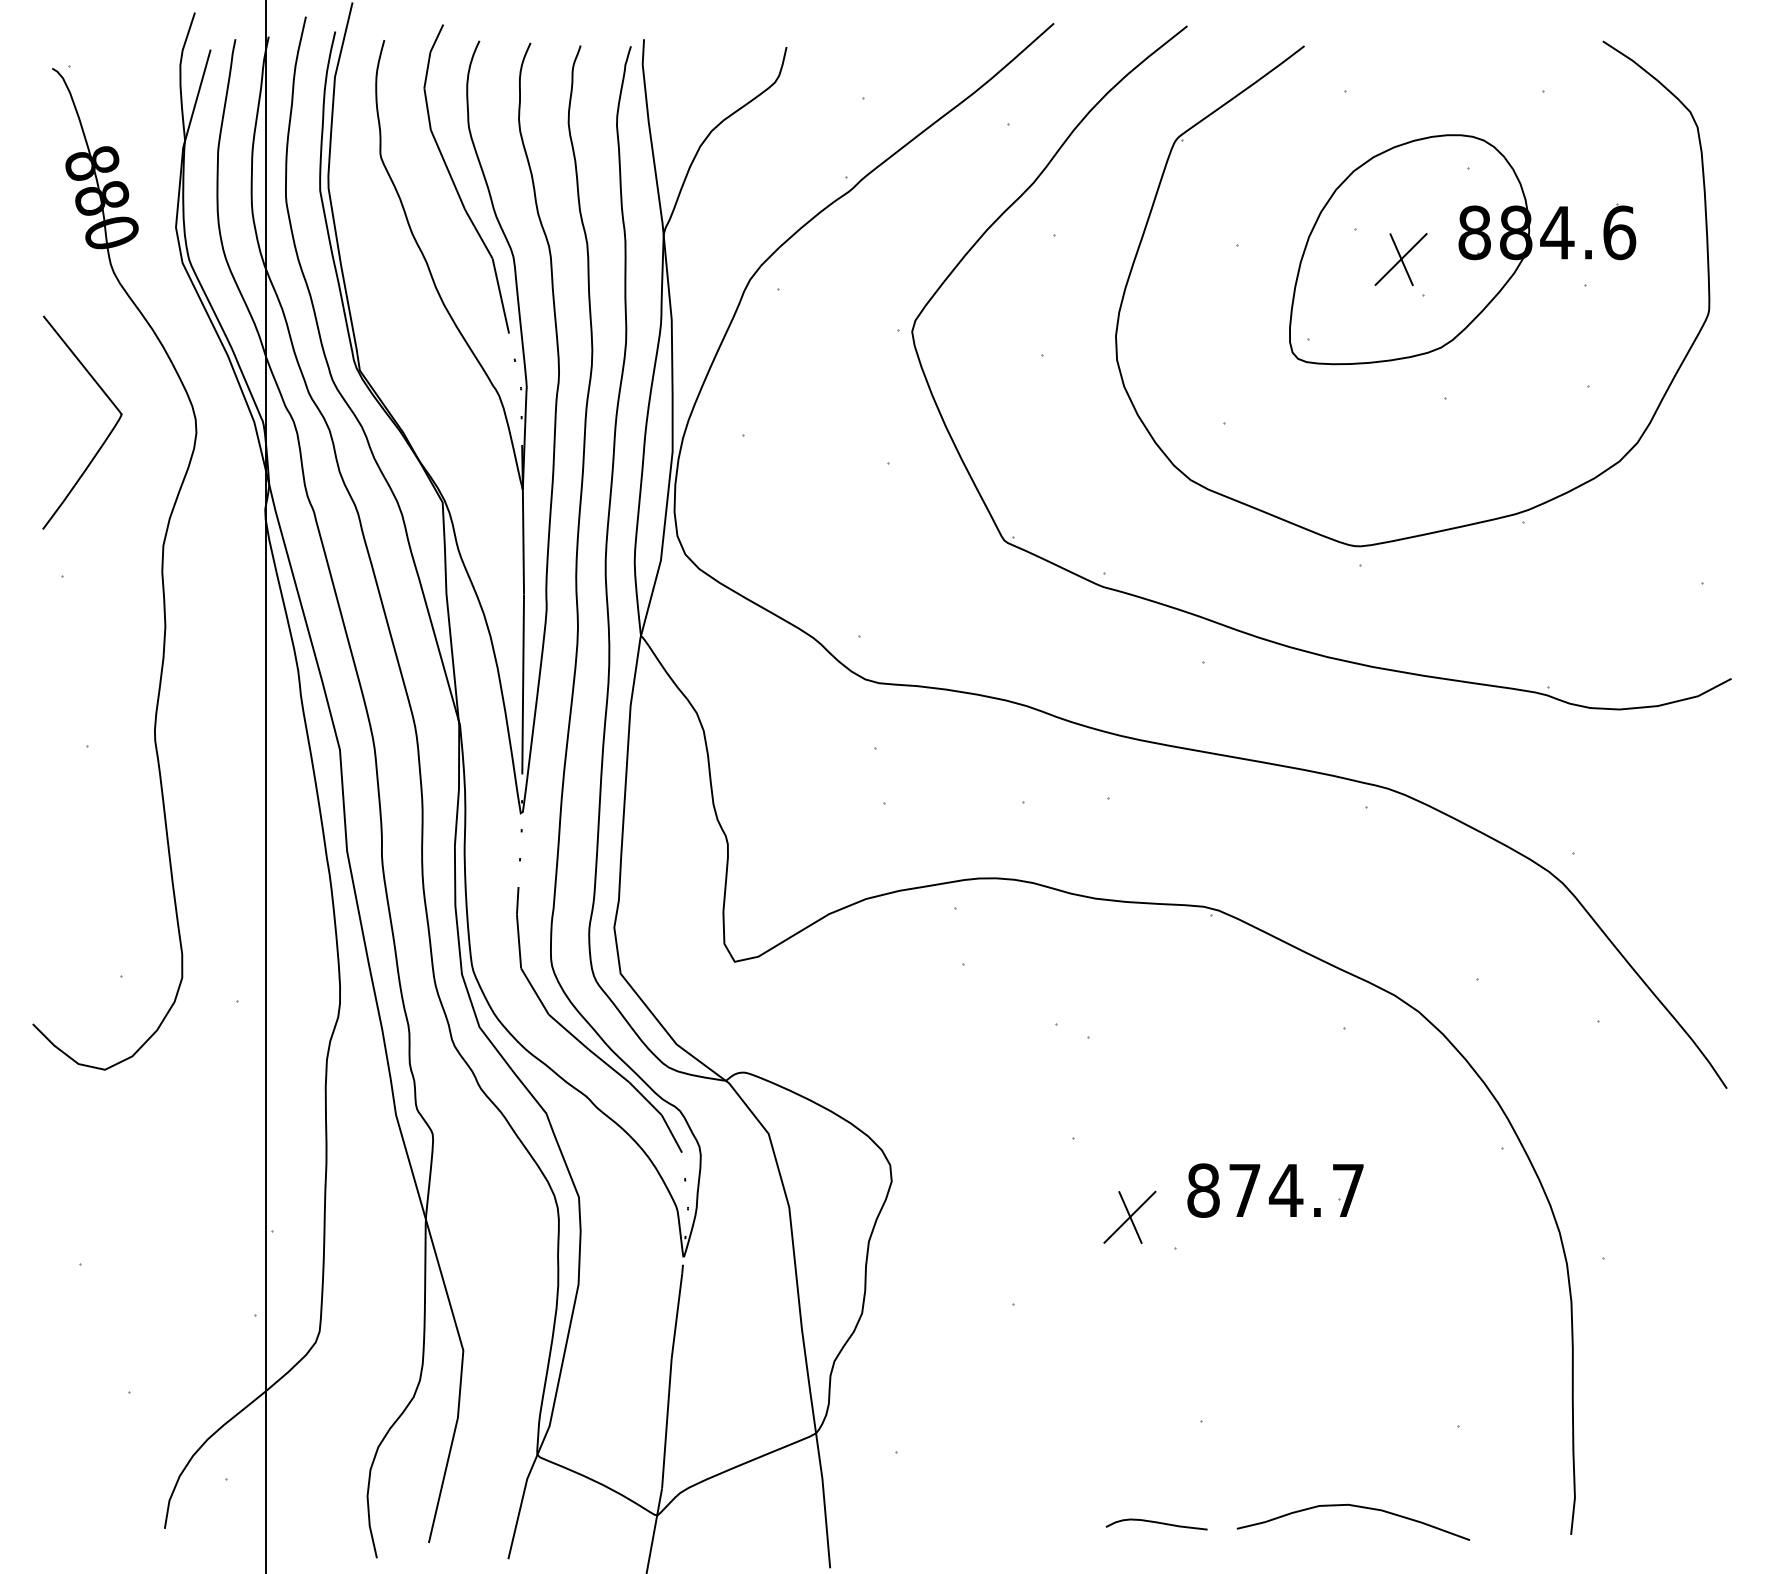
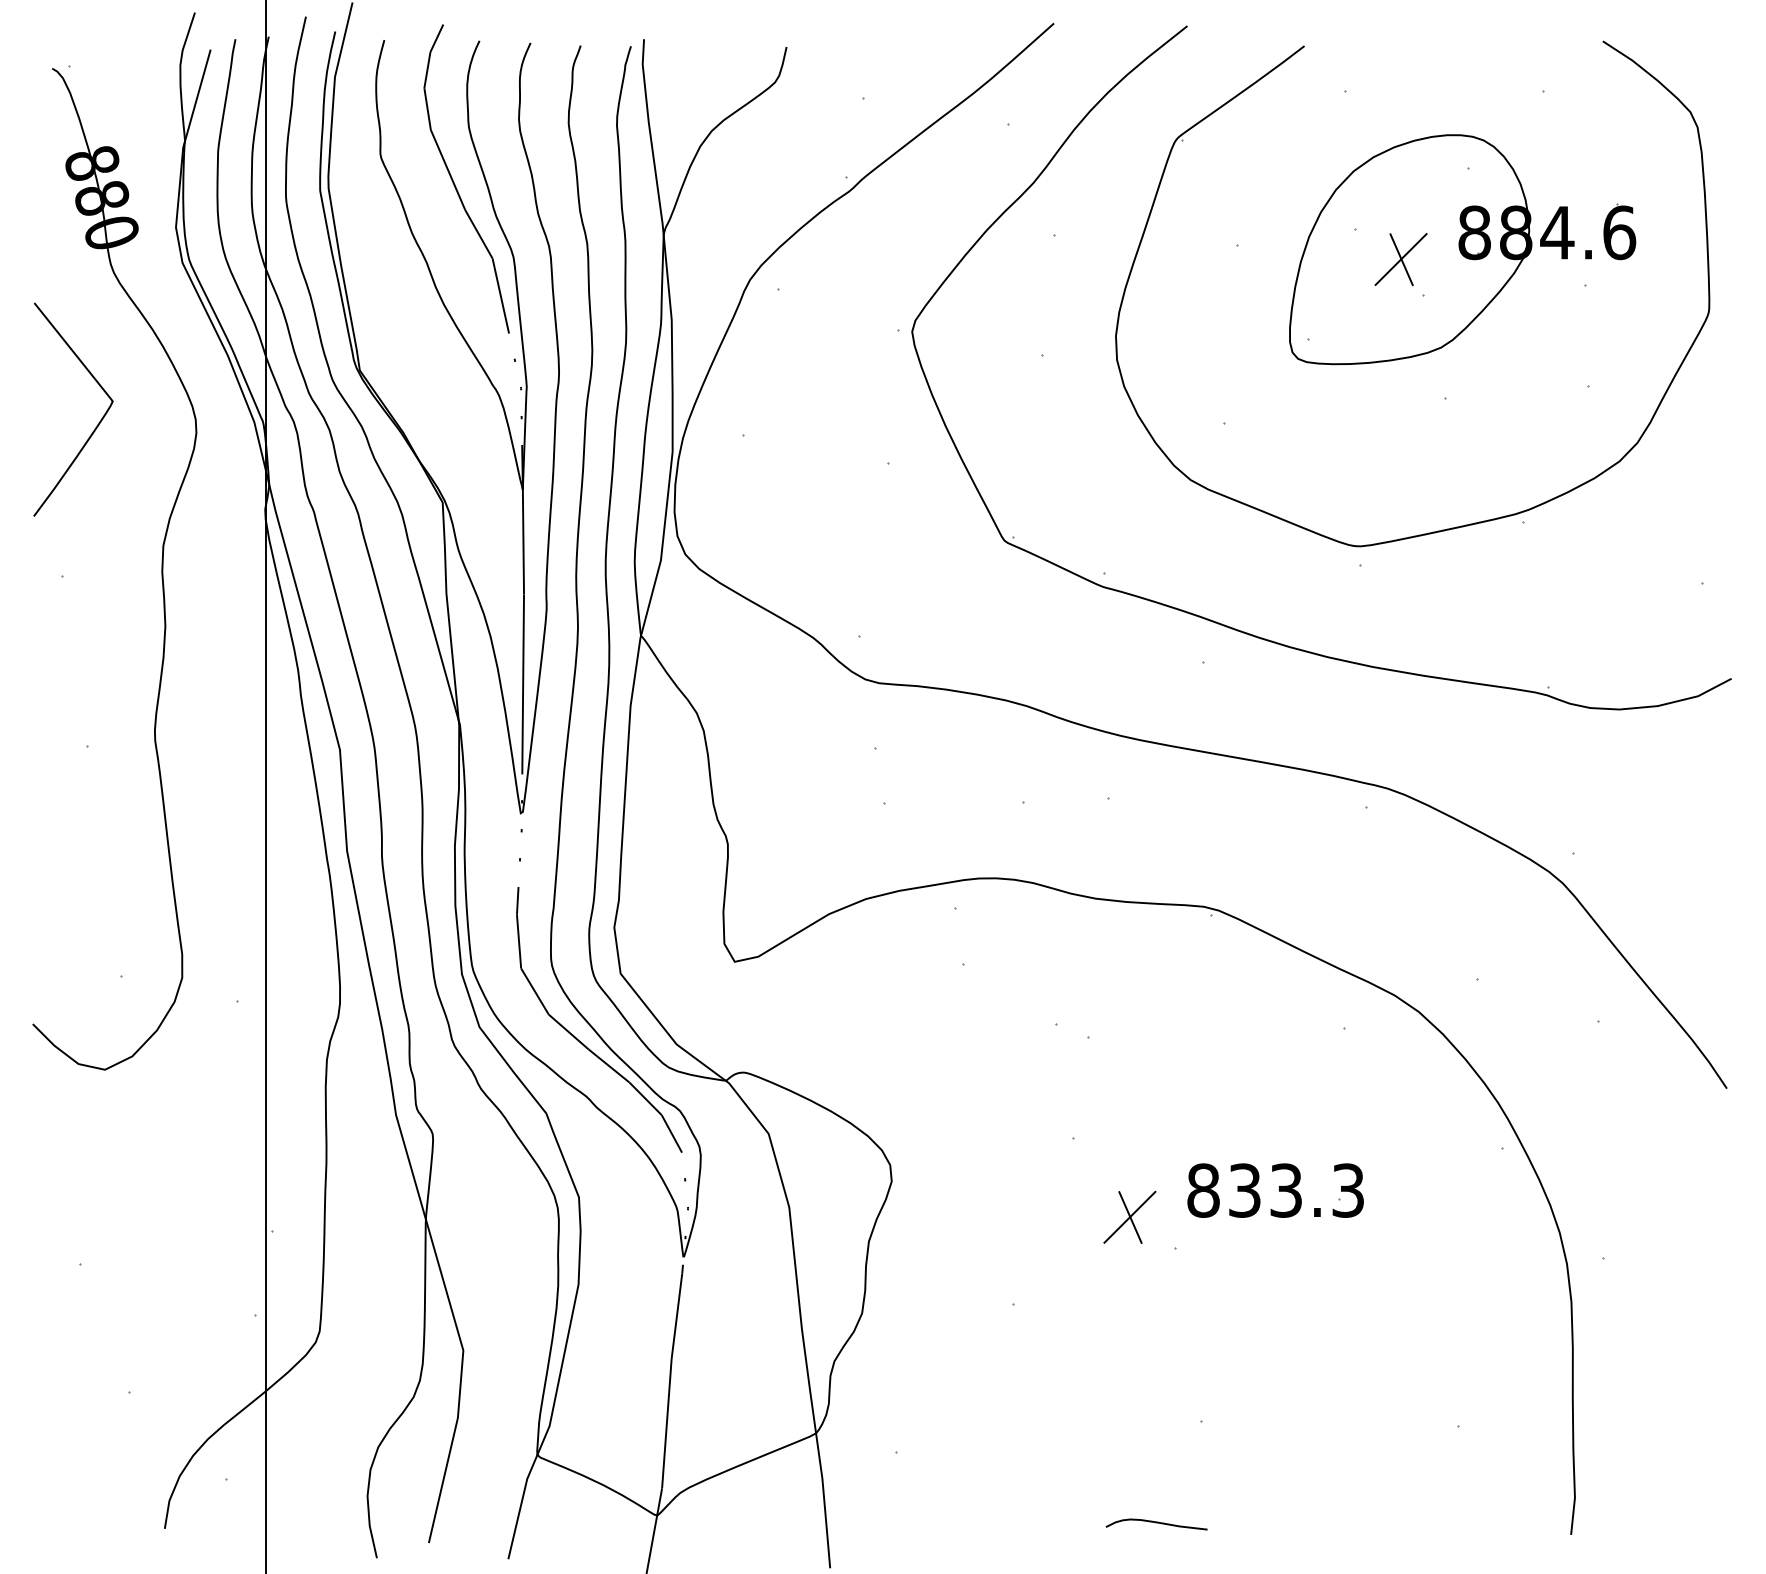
part at (105, 438) position: (105, 438) -> (96, 425)
text at (1296, 1190): 874.7 -> 833.3
curve at (1356, 1507): present -> none
